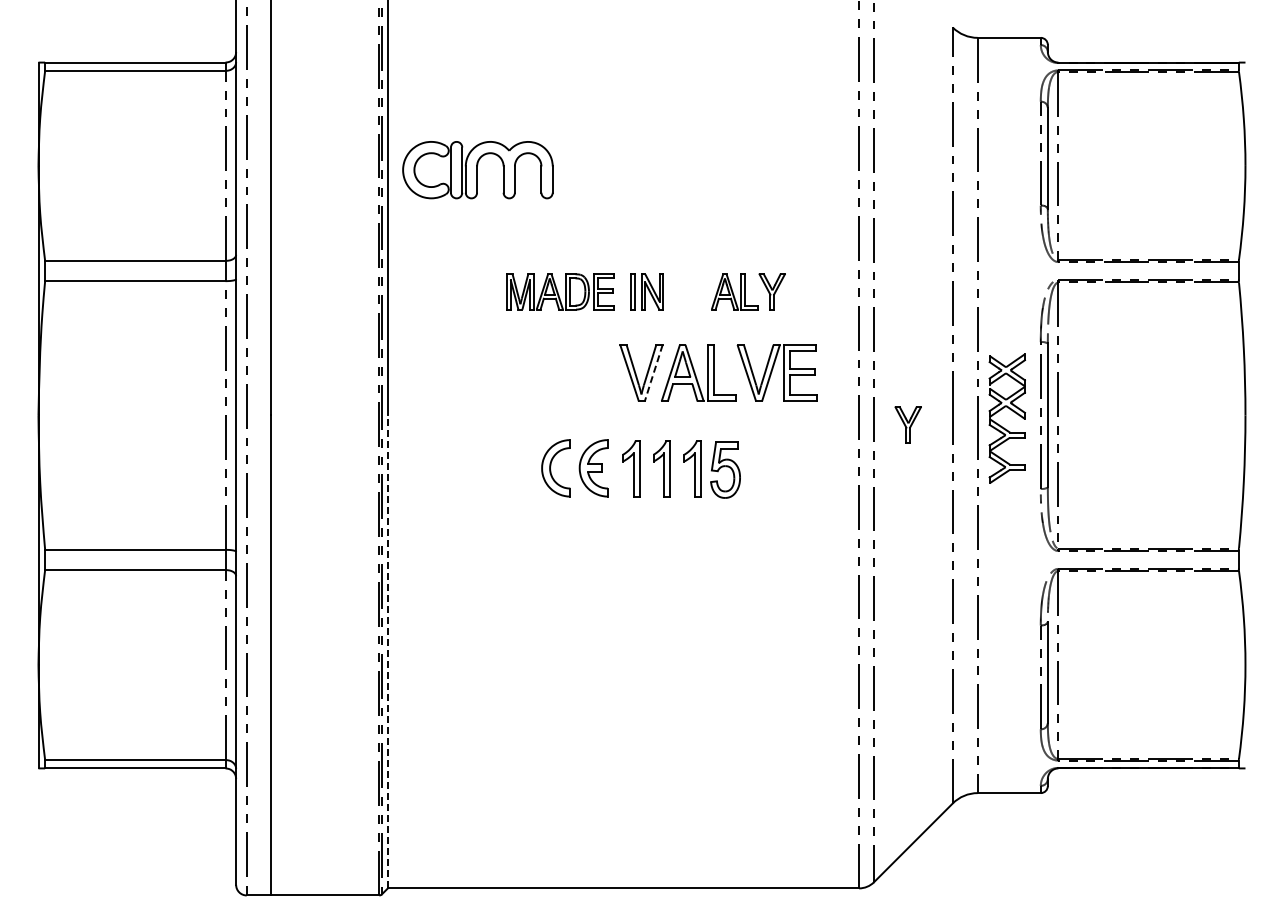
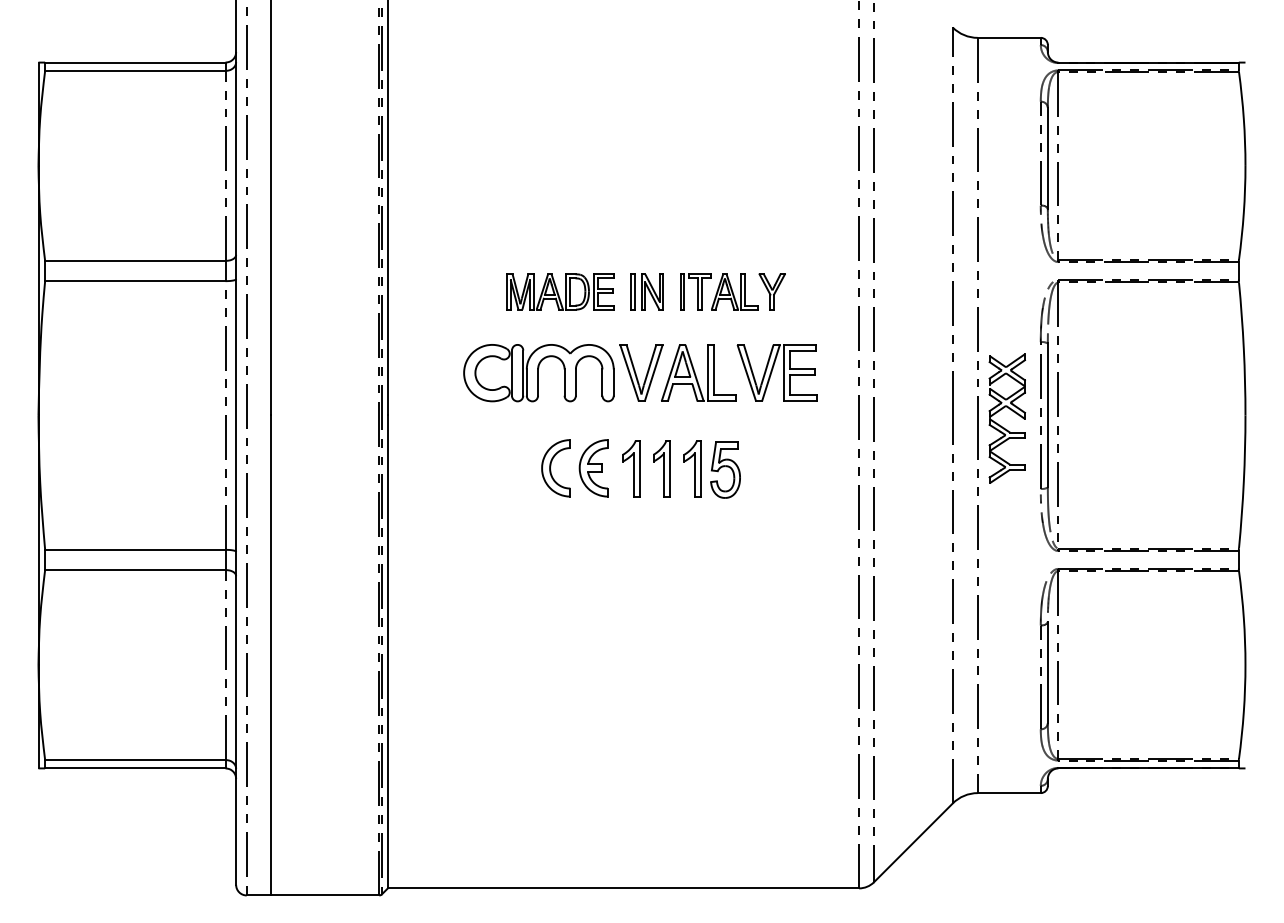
part at (477, 170) position: (477, 170) -> (538, 373)
part at (695, 291): none -> present
line at (653, 373): dashed -> solid
part at (907, 424): present -> none
line at (387, 651): dashed -> solid
